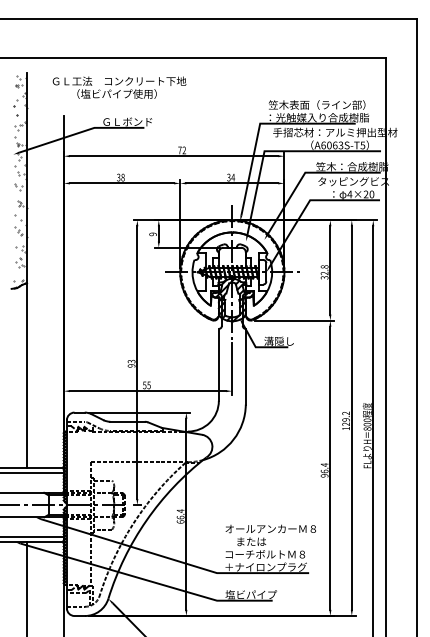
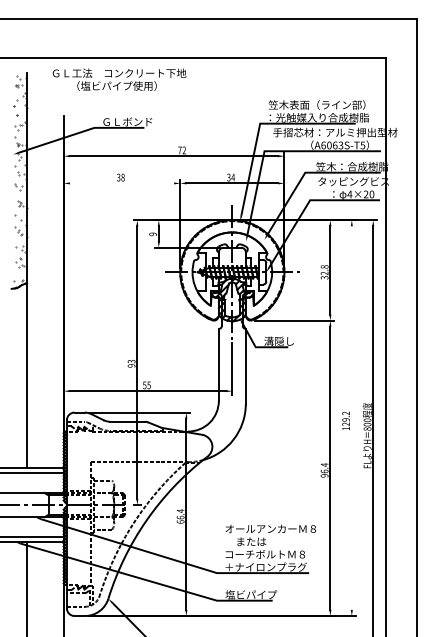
text at (119, 87) position: (119, 87) -> (119, 79)
line at (121, 183): present -> none
line at (351, 417): present -> none
